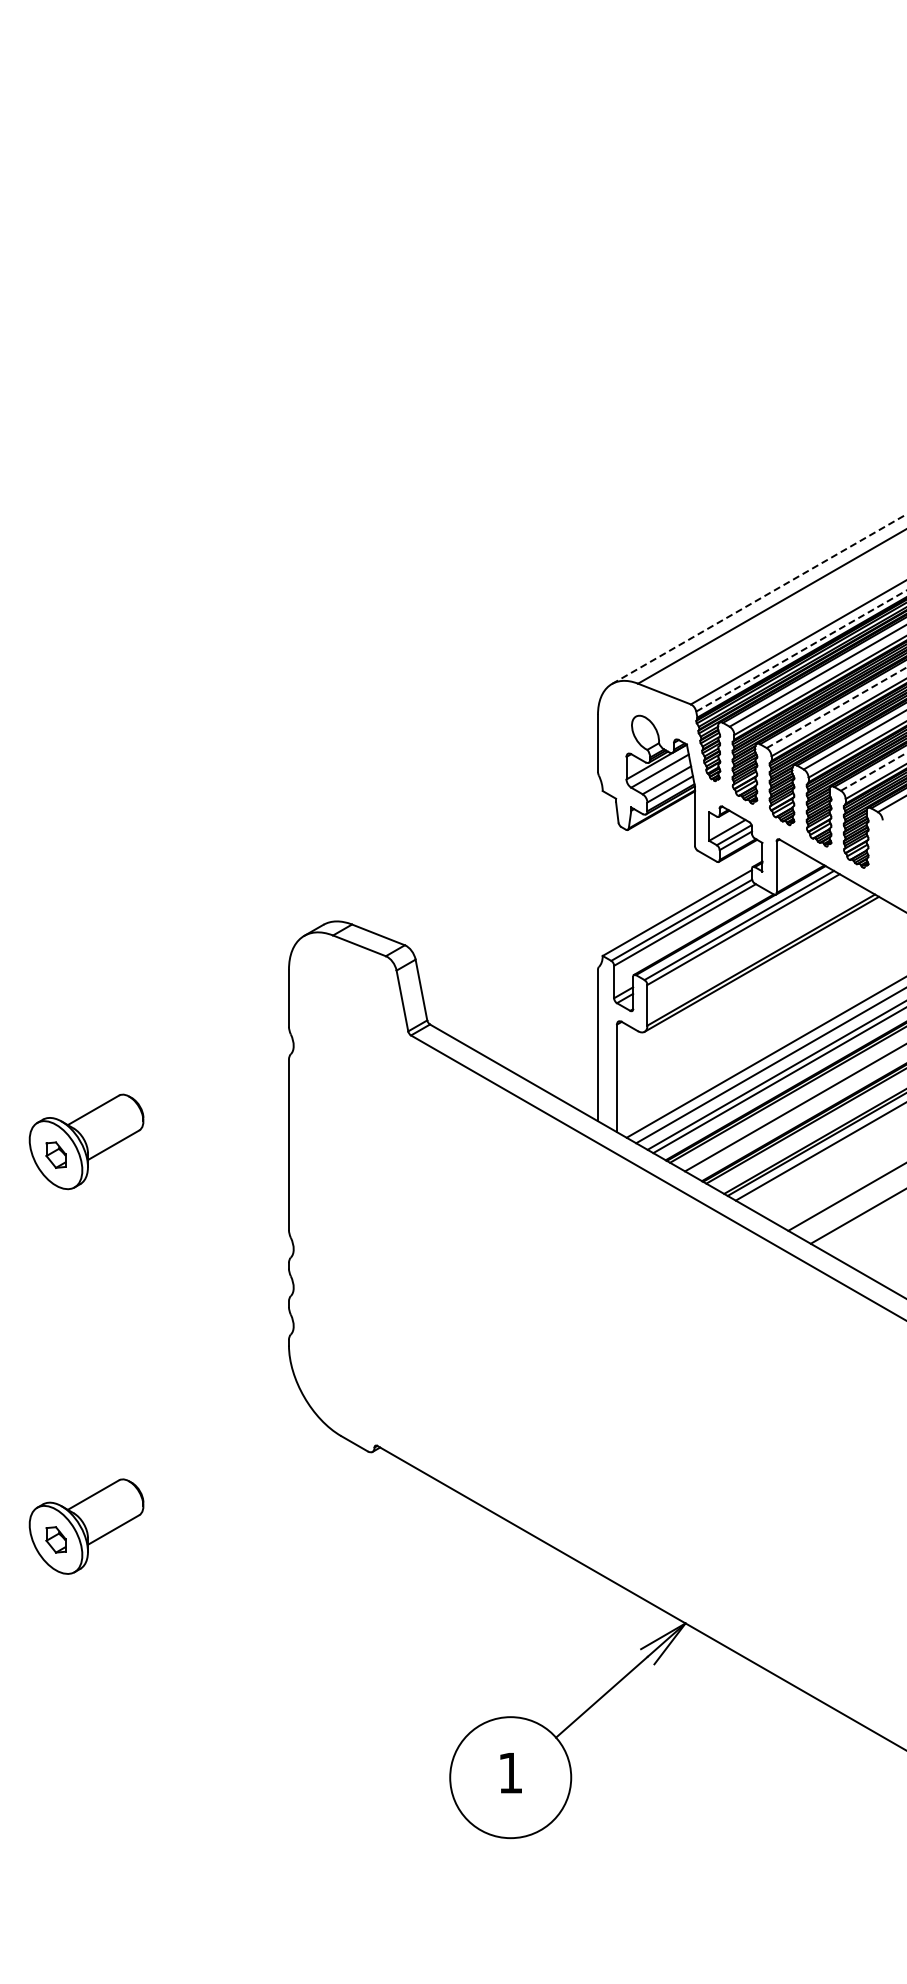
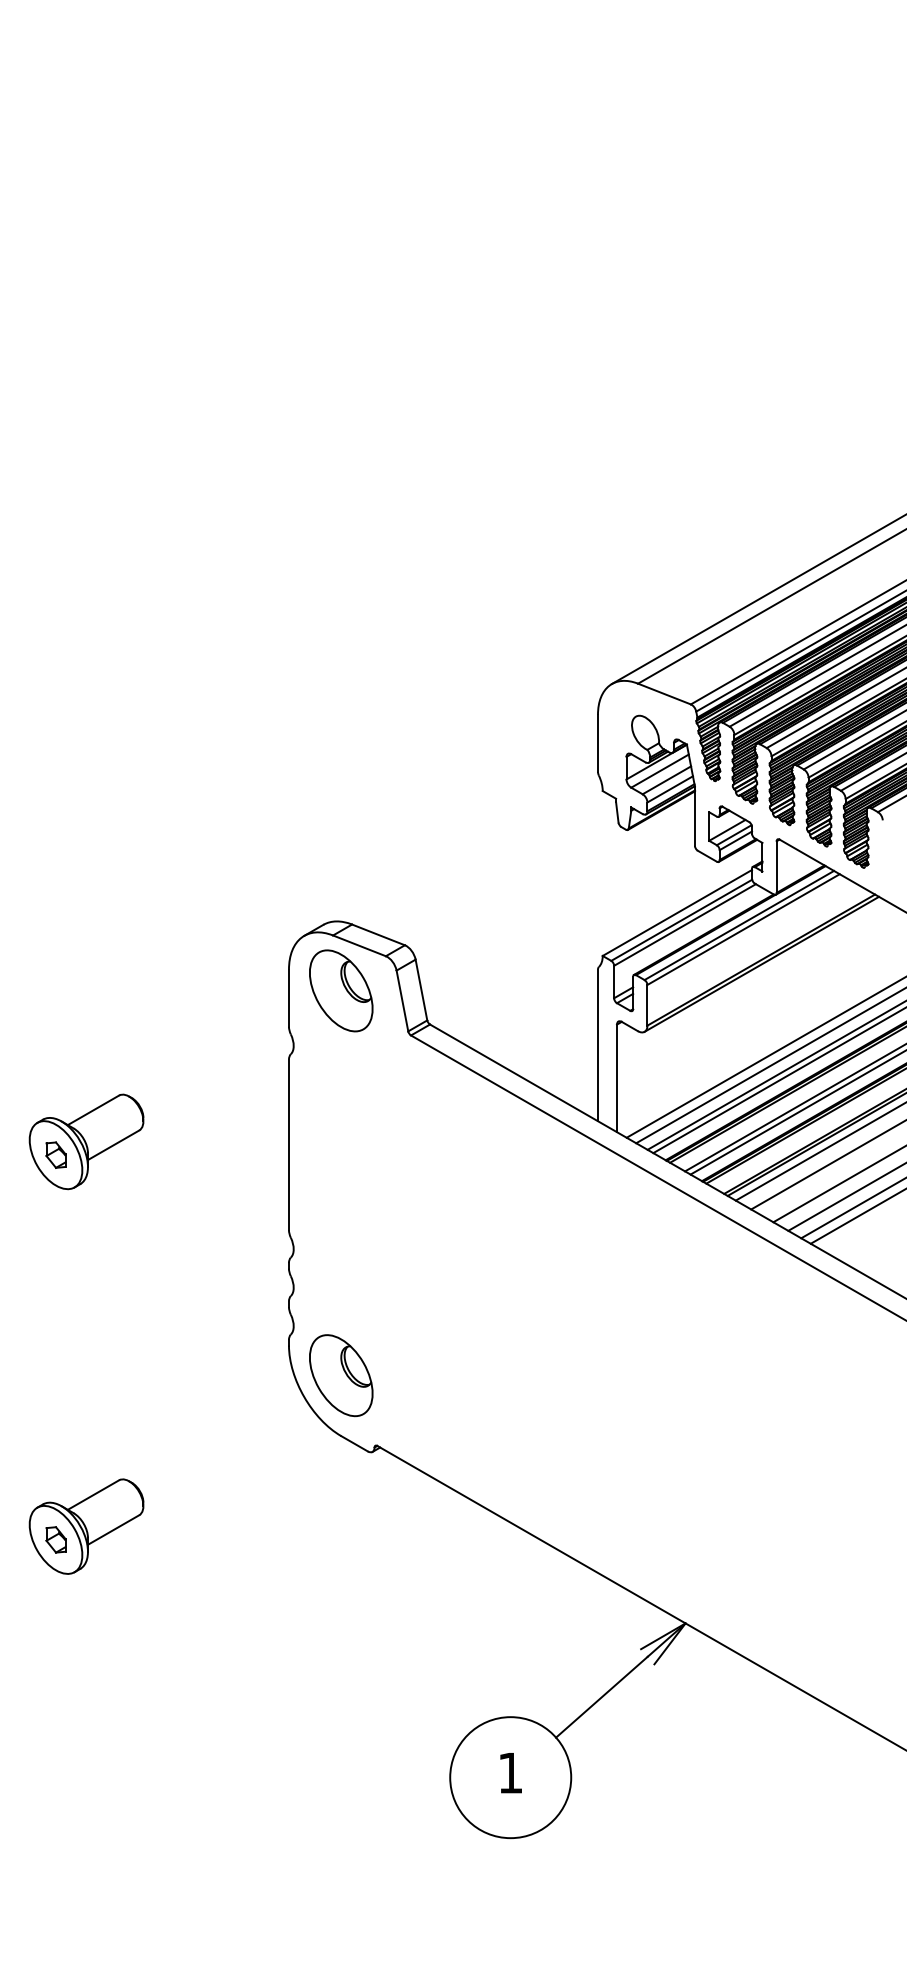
line at (759, 599): dashed -> solid
line at (801, 650): dashed -> solid
line at (836, 707): dashed -> solid
line at (873, 771): dashed -> solid
part at (341, 990): none -> present
line at (796, 1112): none -> present
line at (827, 1165): none -> present
line at (838, 1184): none -> present
line at (852, 1208): none -> present
part at (341, 1375): none -> present
